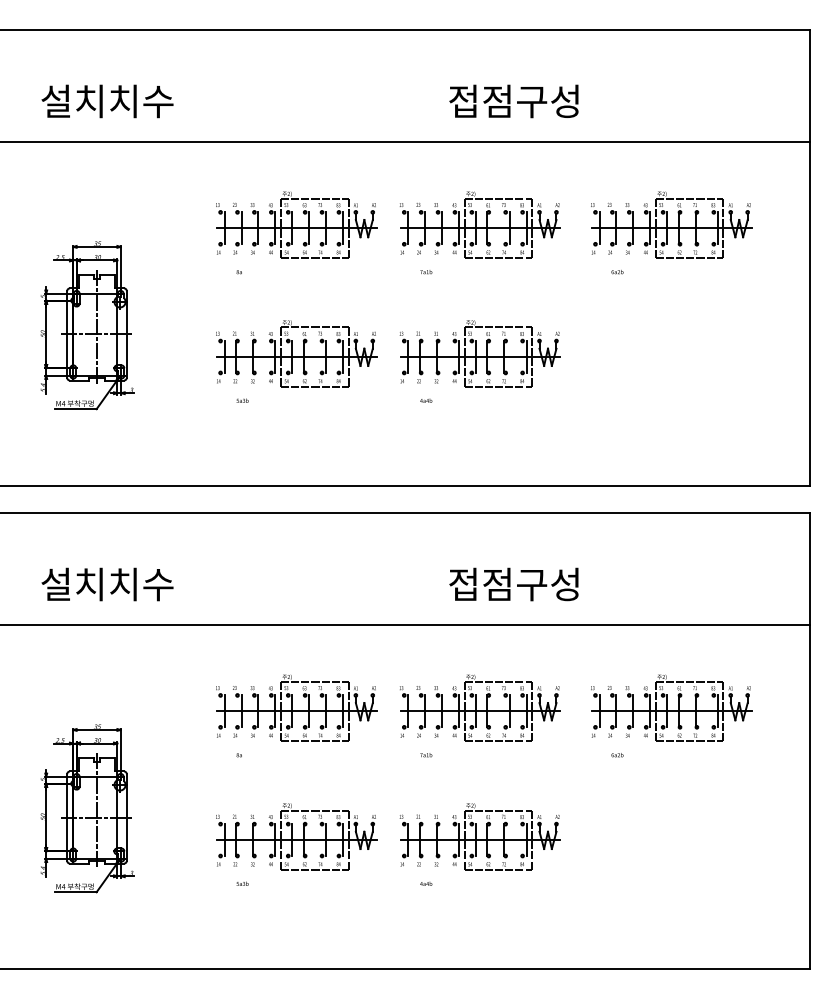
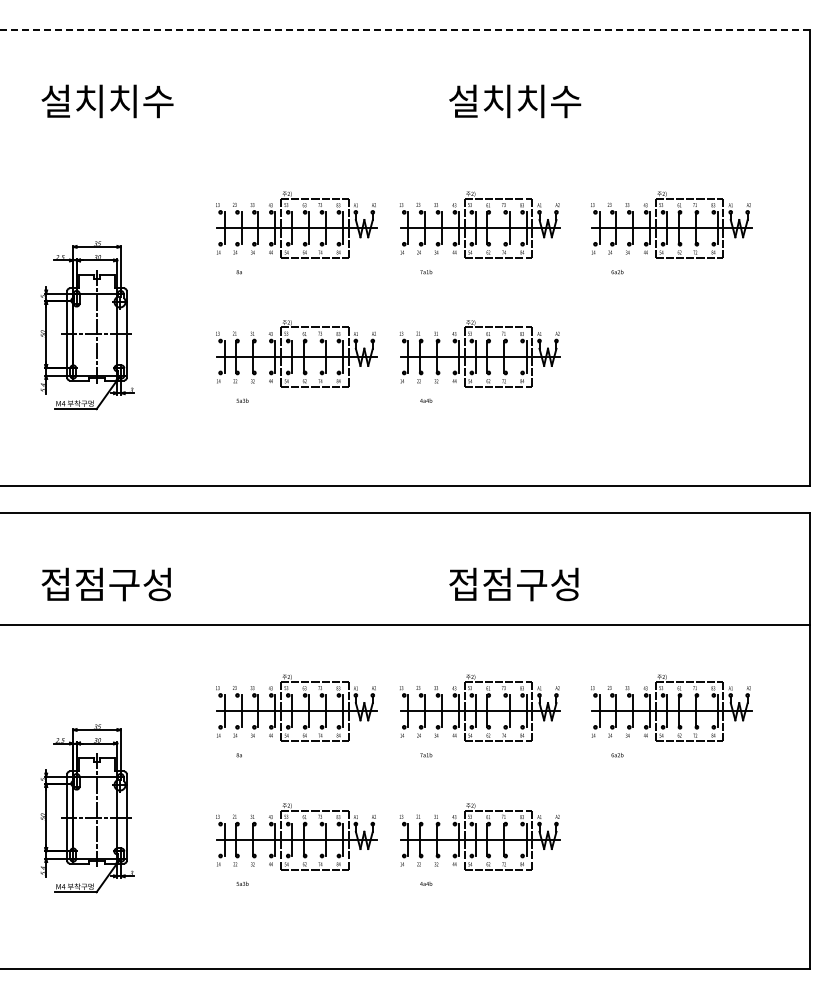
line at (405, 29): solid -> dashed
text at (515, 101): 접점구성 -> 설치치수
line at (405, 142): present -> none
text at (107, 584): 설치치수 -> 접점구성
